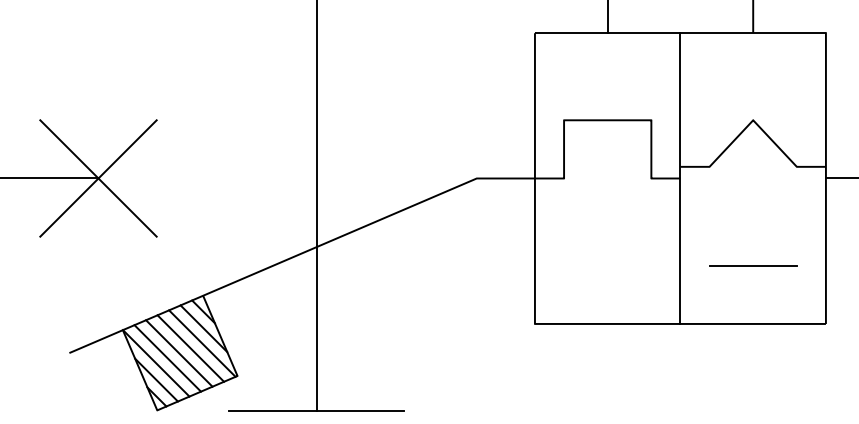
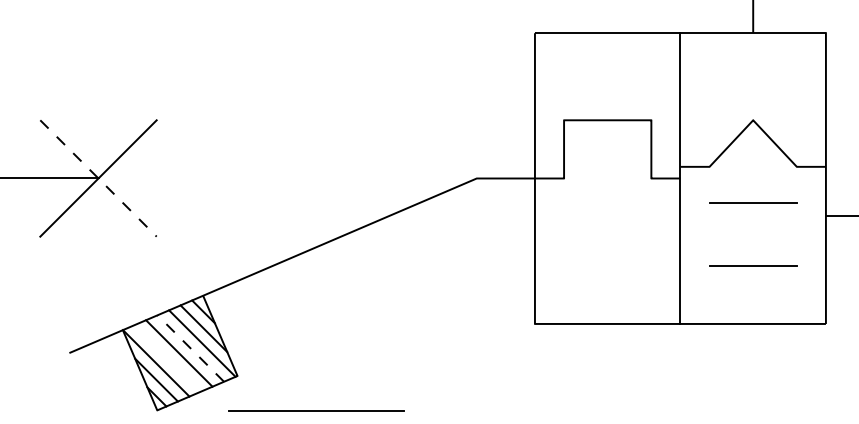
line at (607, 17): present -> none
line at (98, 178): solid -> dashed
line at (840, 178) position: (840, 178) -> (840, 216)
line at (753, 202): none -> present
line at (316, 206): present -> none
line at (190, 348): solid -> dashed
line at (167, 358): present -> none
